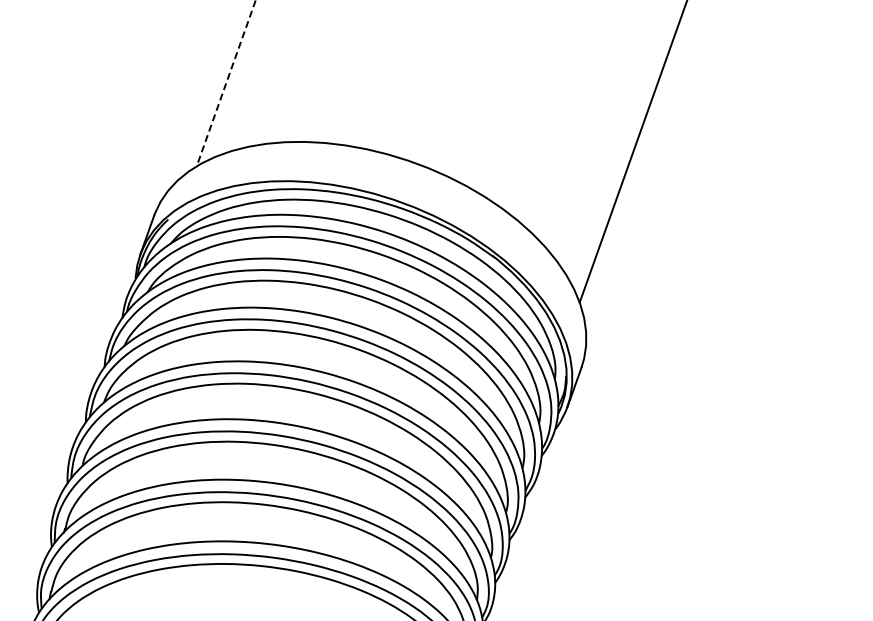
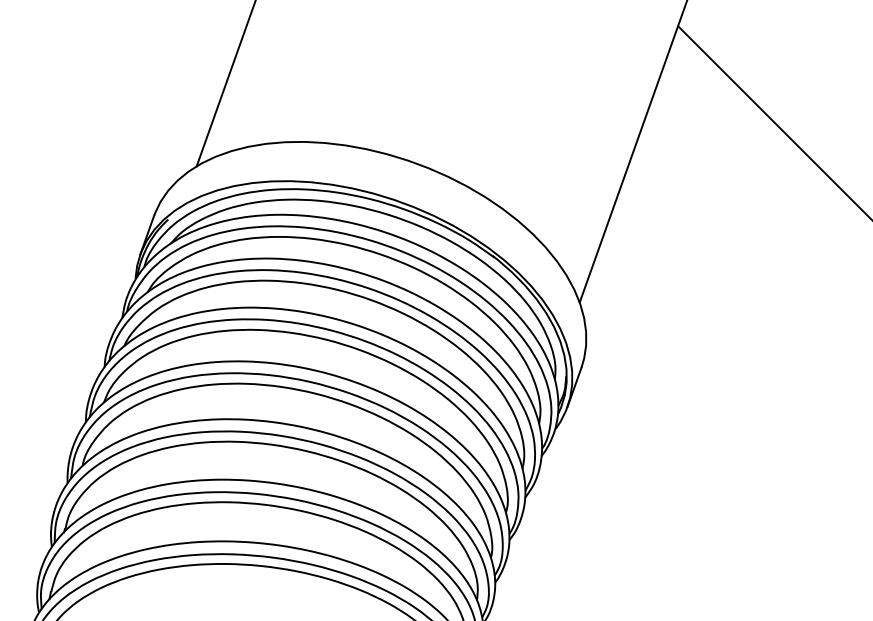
line at (226, 83): dashed -> solid
line at (773, 121): none -> present
